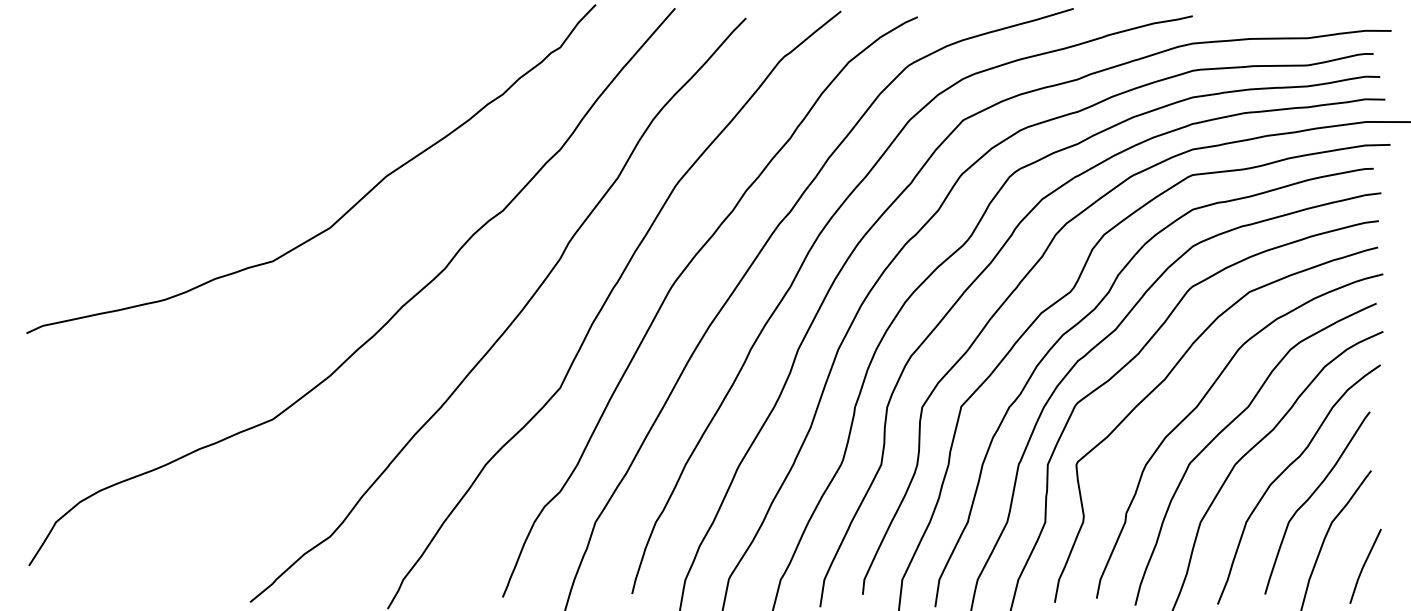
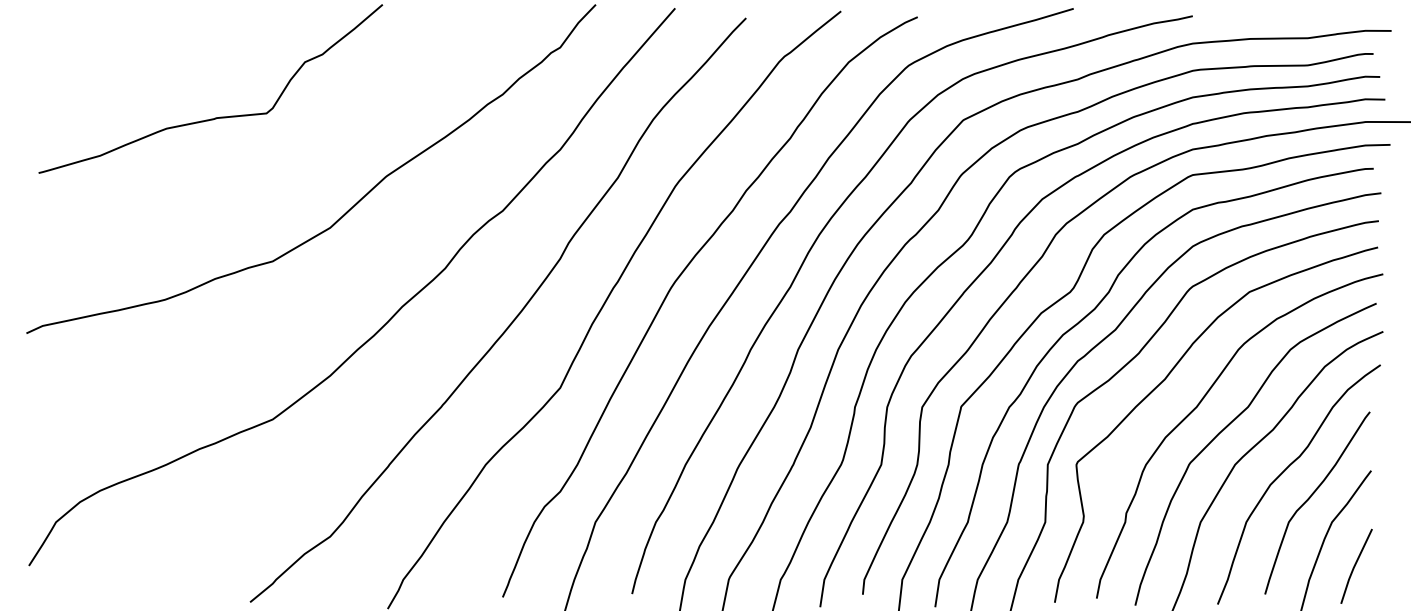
curve at (215, 117): none -> present
line at (1365, 564) position: (1365, 564) -> (1356, 564)
